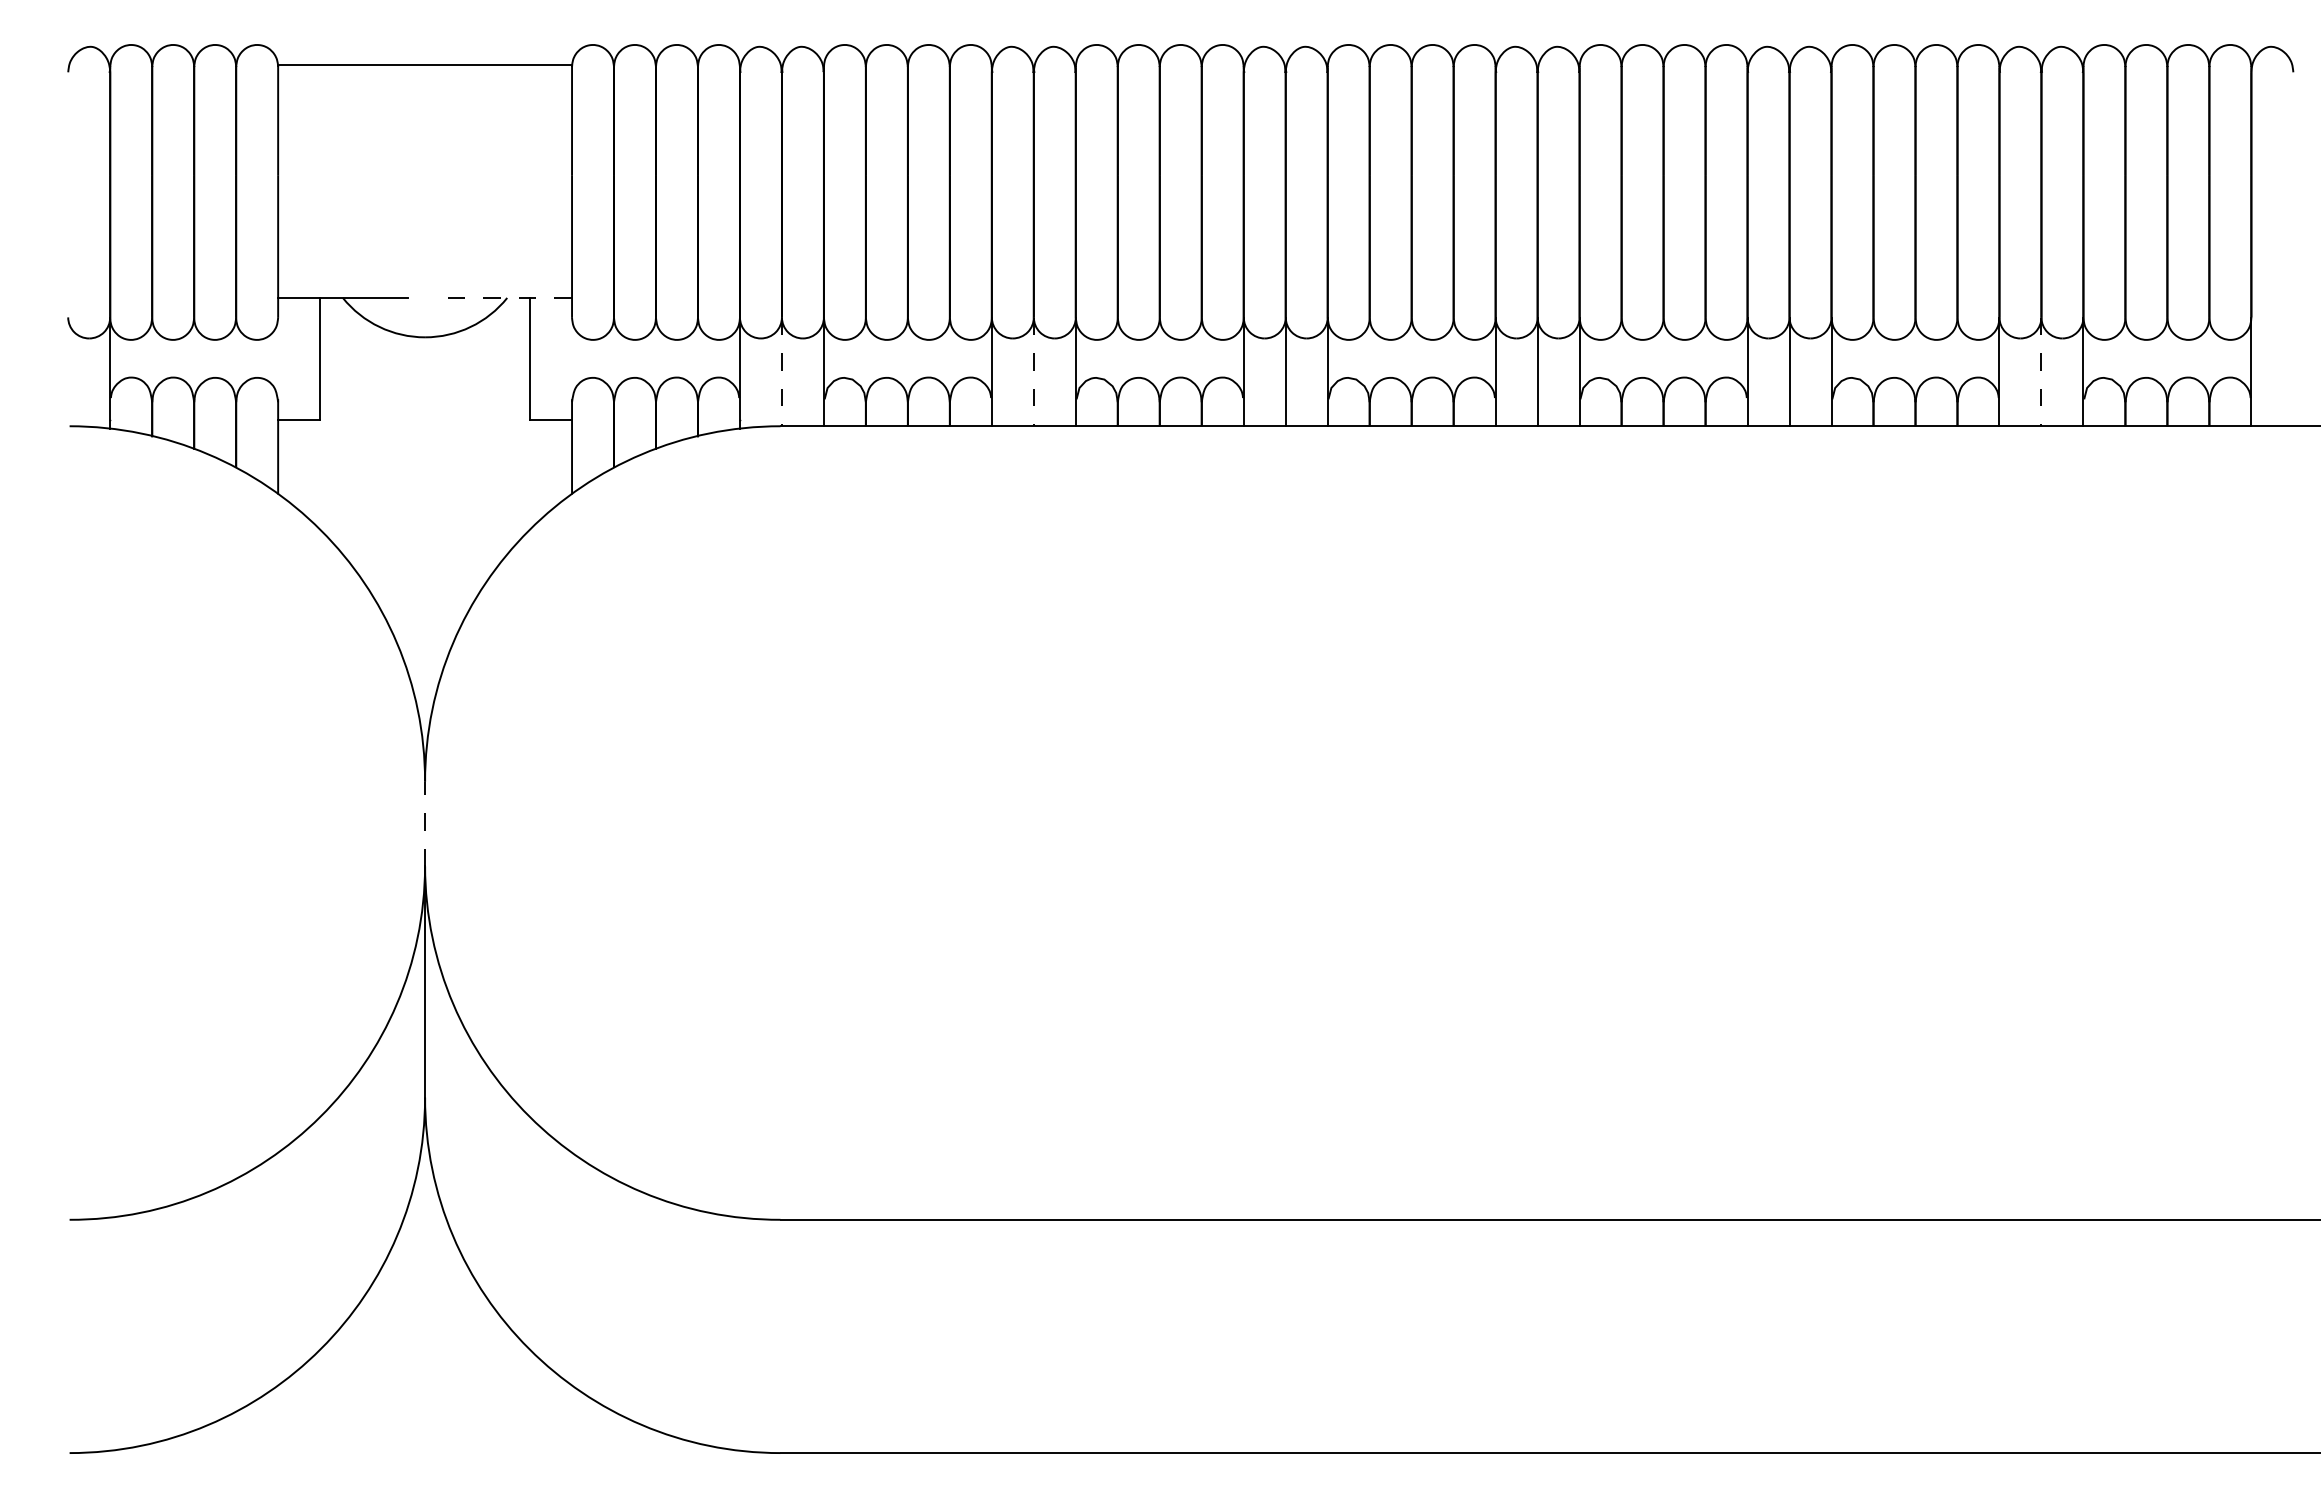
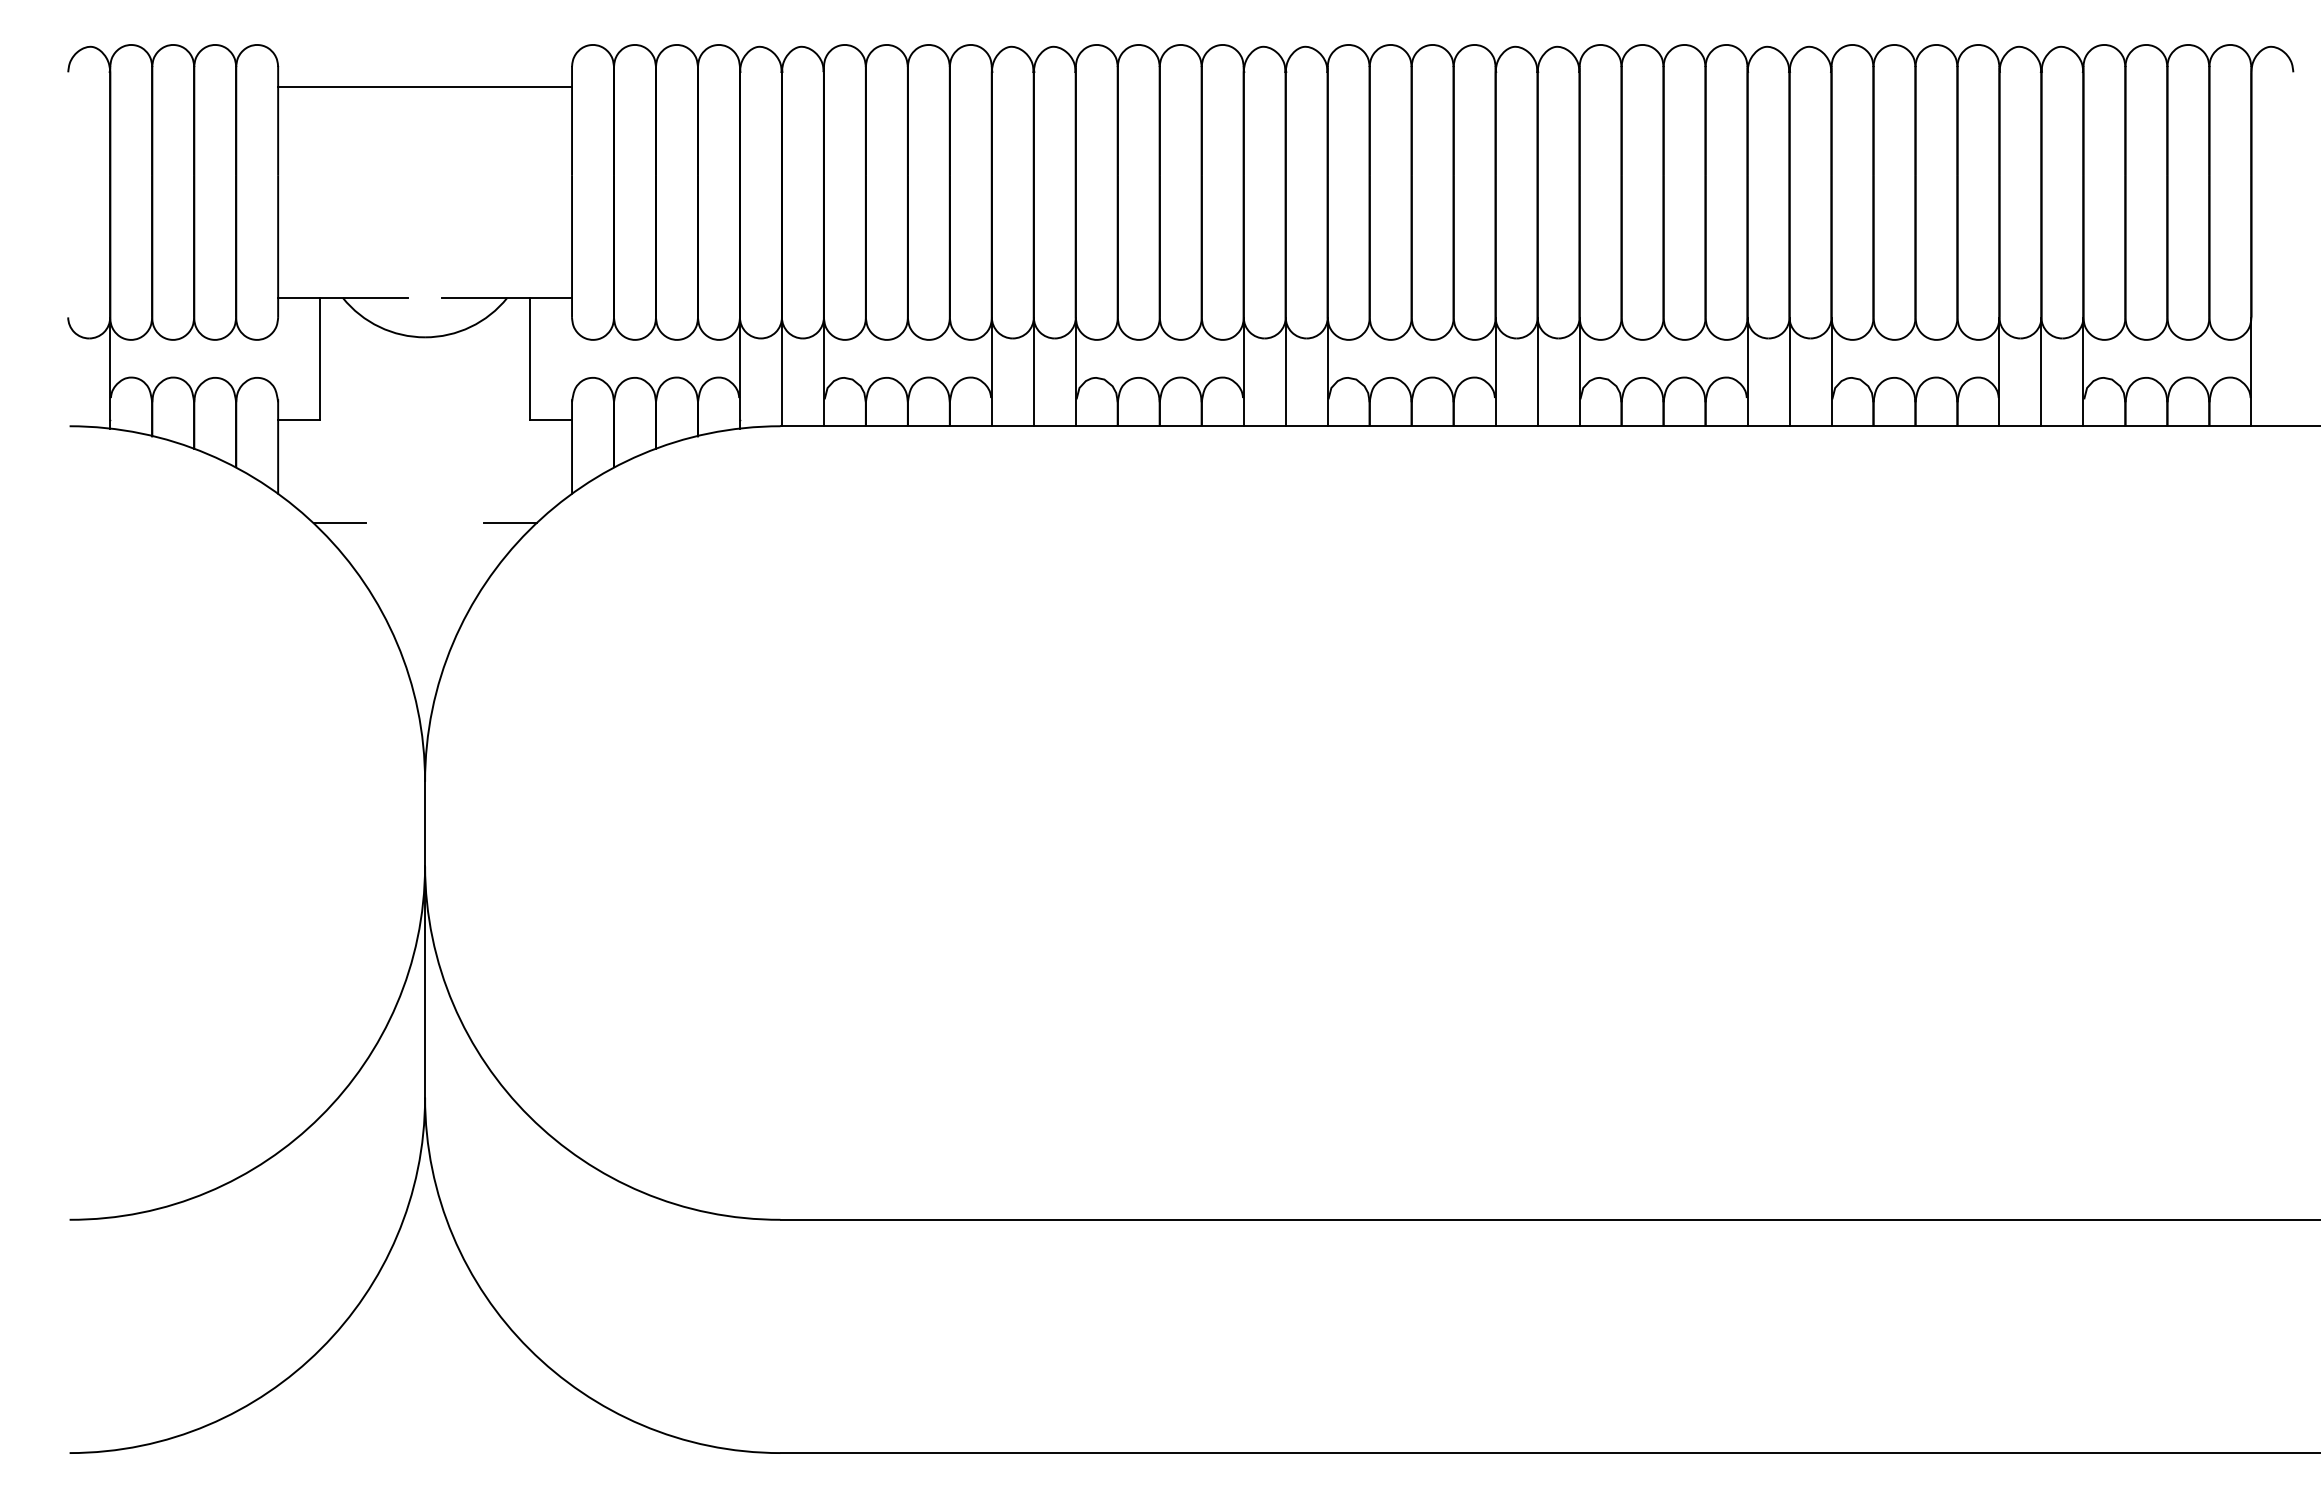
line at (425, 64) position: (425, 64) -> (425, 86)
line at (506, 297): dashed -> solid
line at (781, 372): dashed -> solid
line at (1033, 372): dashed -> solid
line at (2041, 372): dashed -> solid
line at (339, 523): none -> present
line at (510, 523): none -> present
line at (425, 823): dashed -> solid
